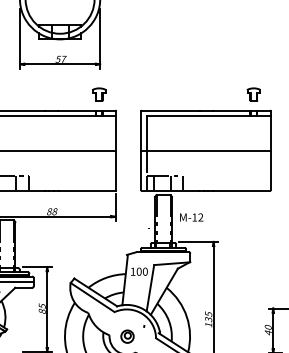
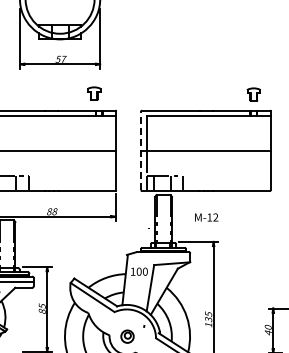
part at (99, 94) position: (99, 94) -> (94, 93)
line at (141, 150): solid -> dashed
text at (191, 217) position: (191, 217) -> (206, 217)
